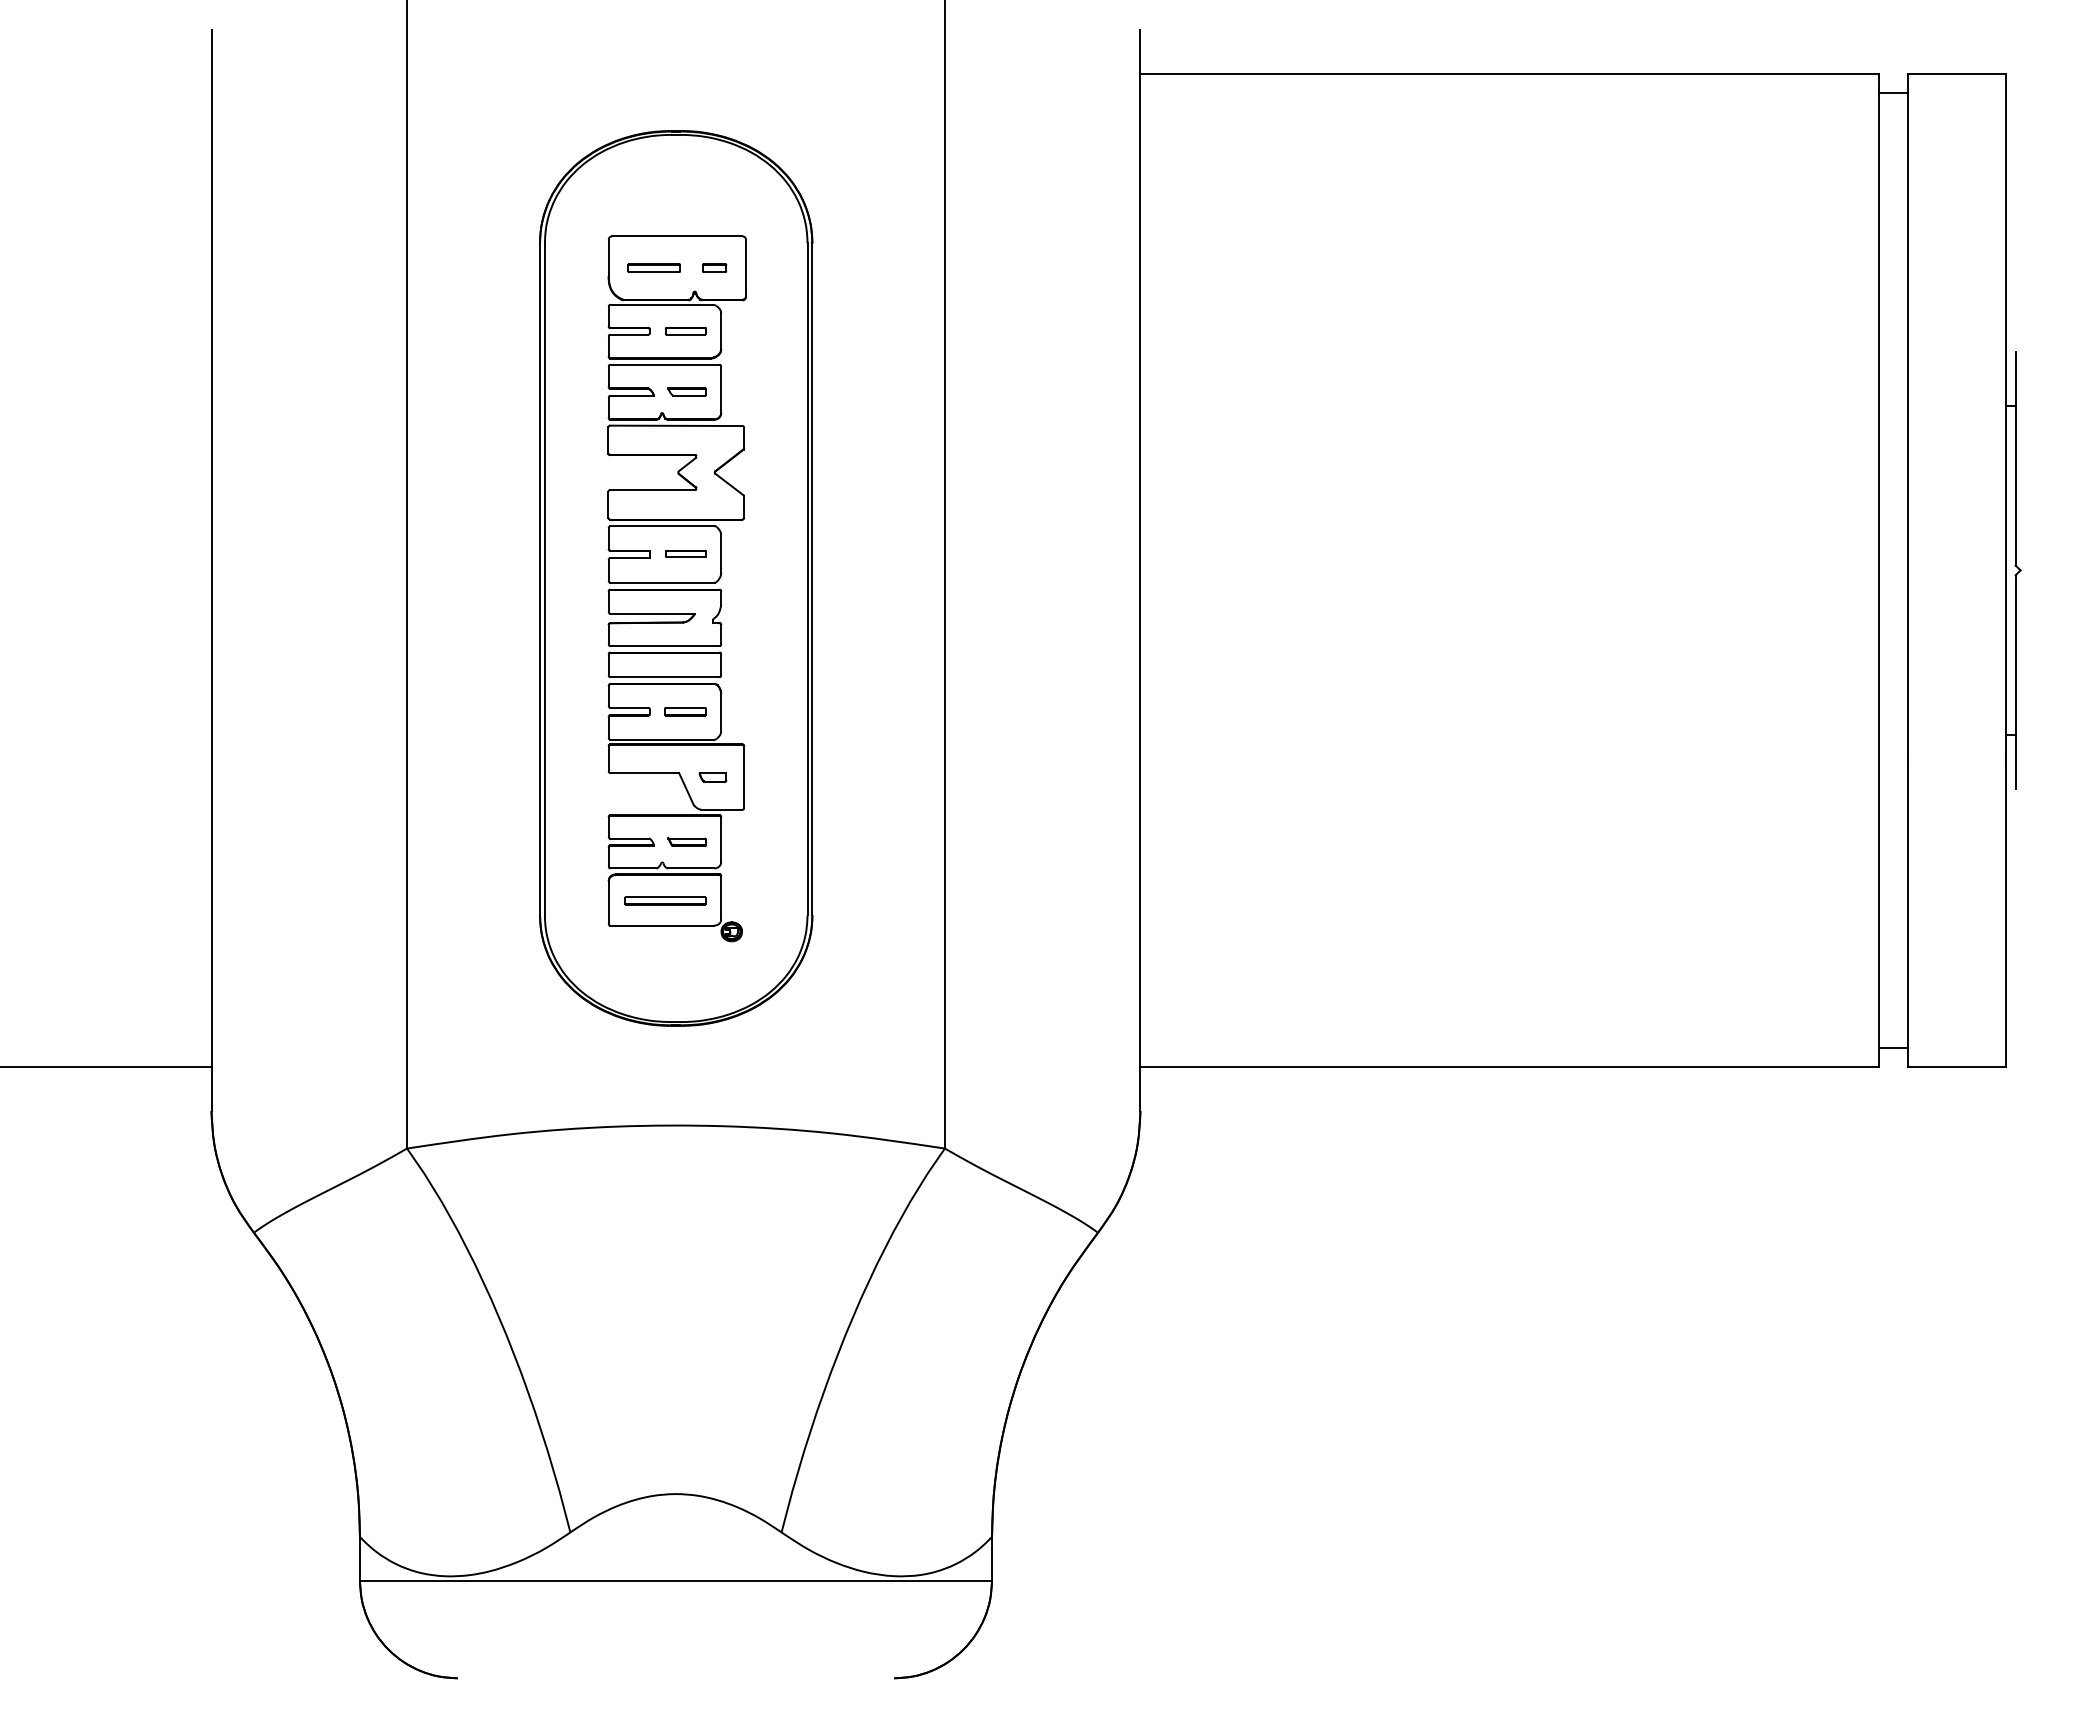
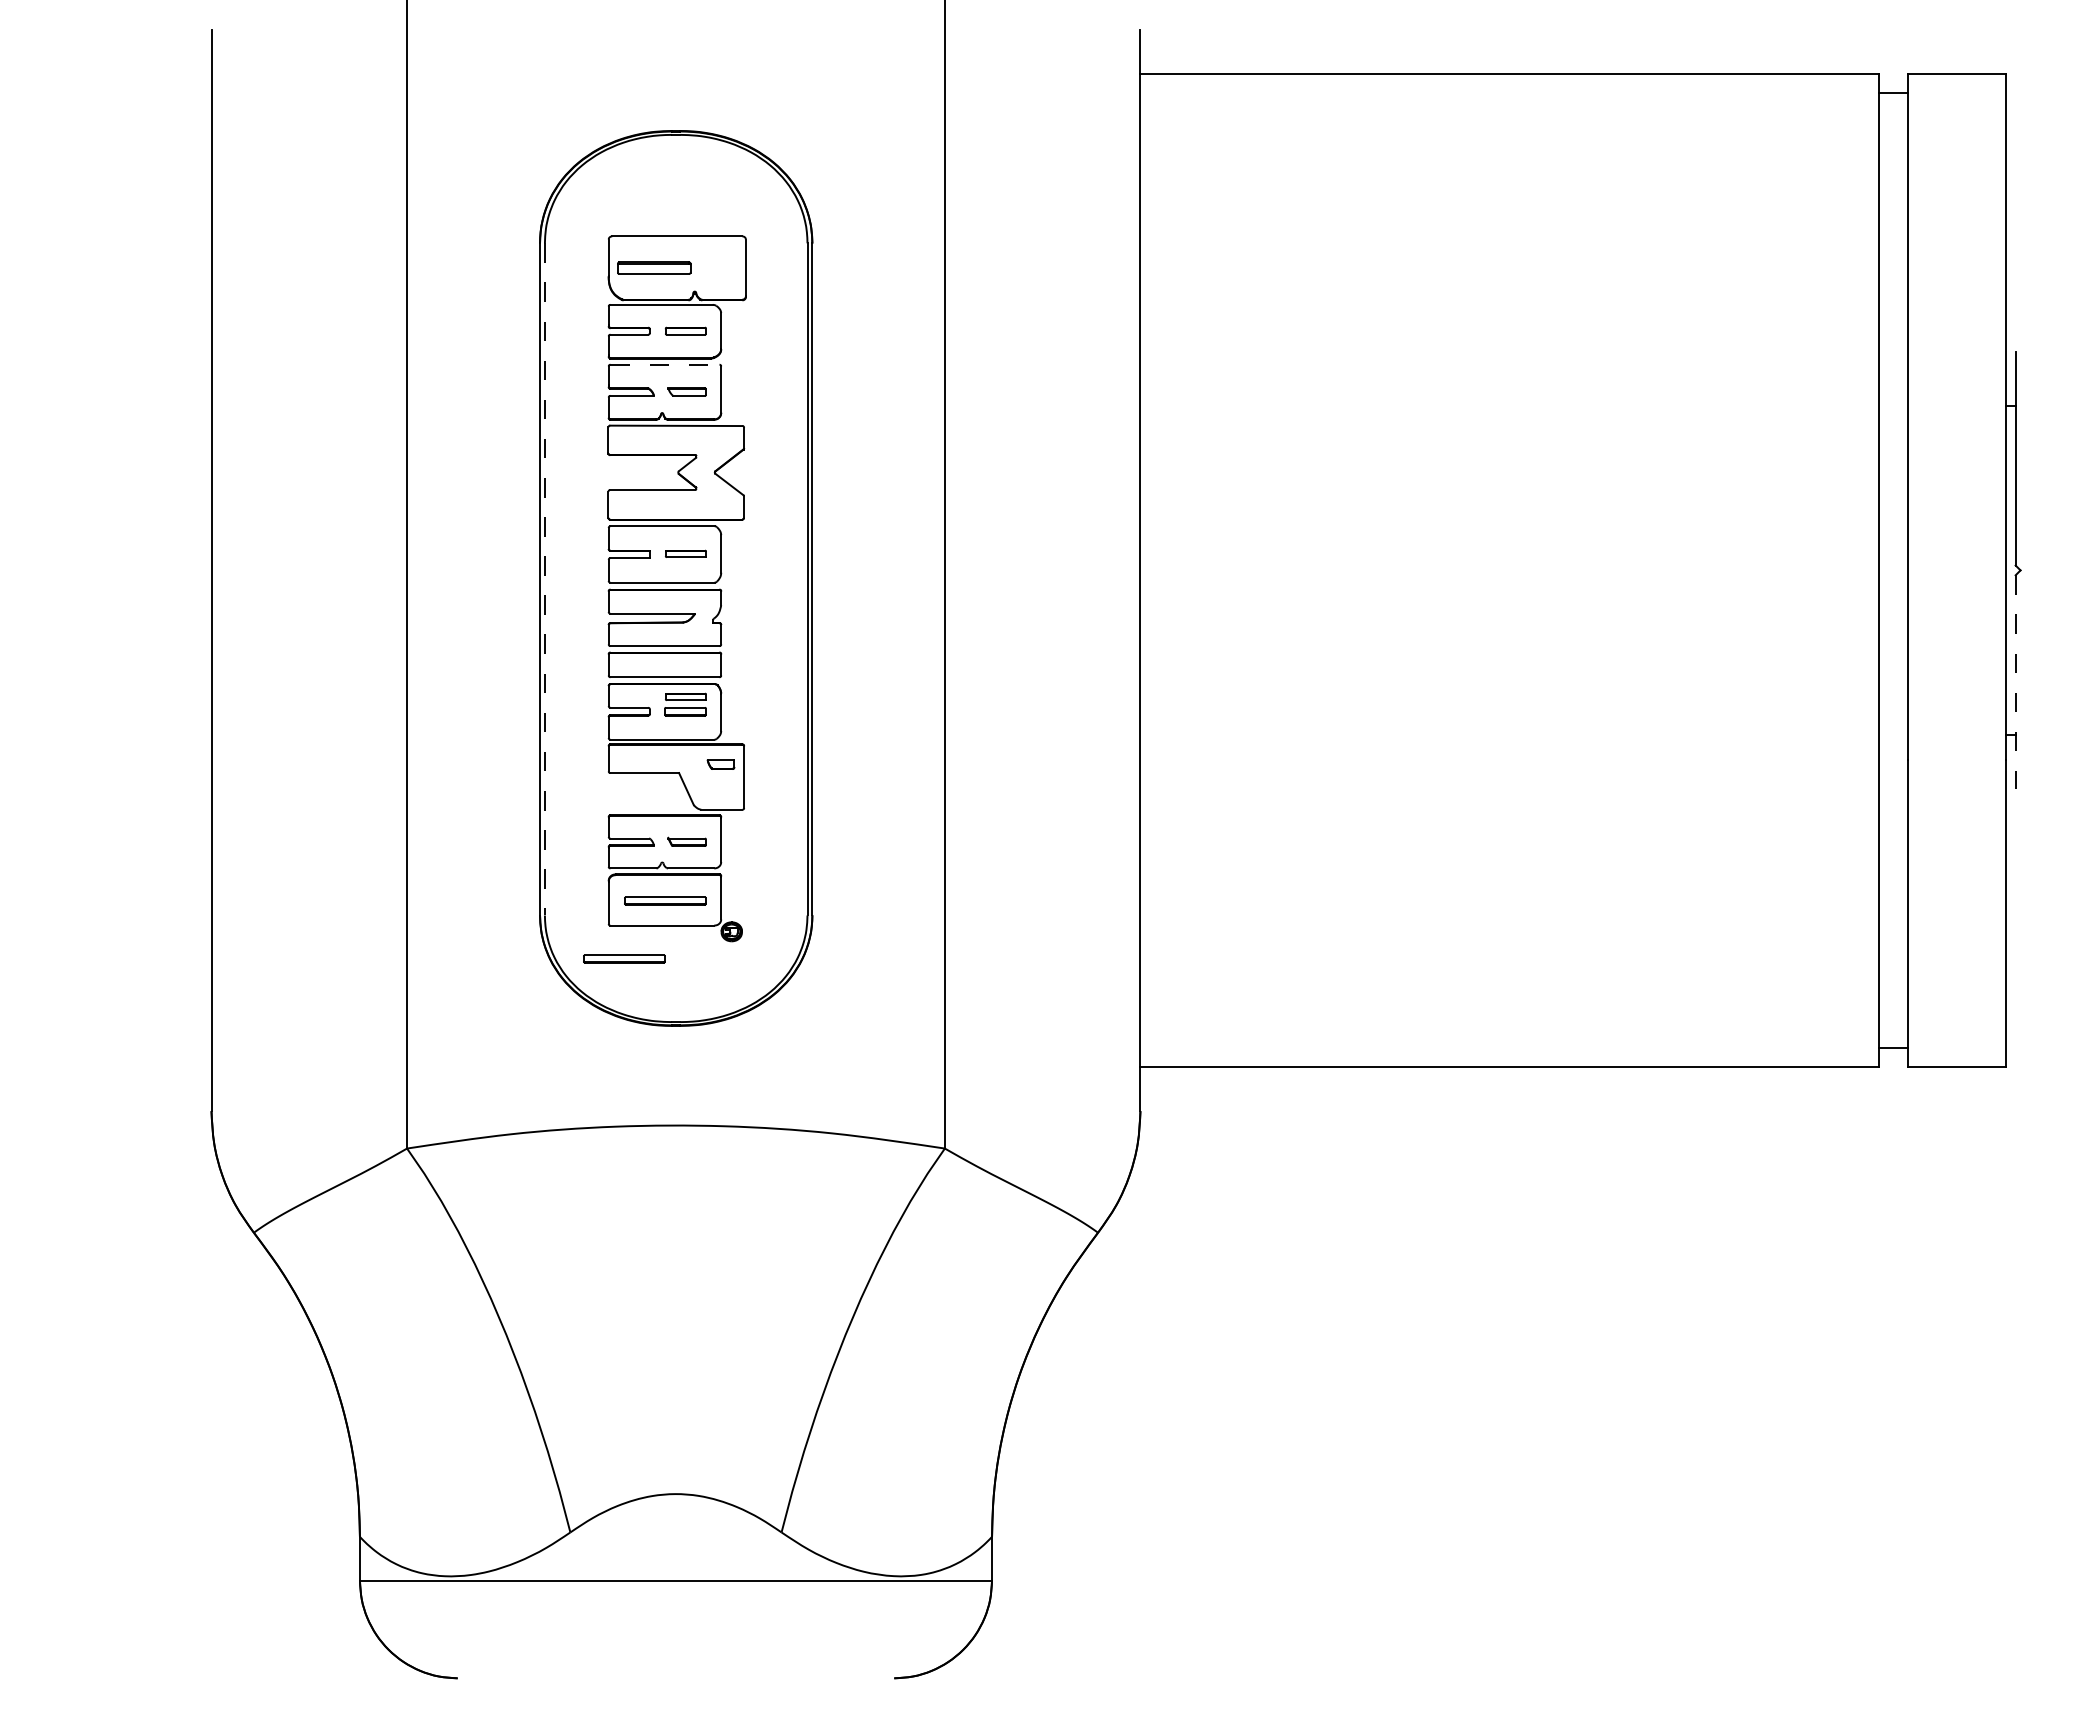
part at (653, 267) size: 54x10 px -> 75x14 px
part at (714, 267): present -> none
line at (664, 364): solid -> dashed
line at (544, 579): solid -> dashed
line at (2015, 682): solid -> dashed
part at (685, 696): none -> present
part at (712, 777) position: (712, 777) -> (720, 764)
part at (624, 958): none -> present
line at (106, 1067): present -> none
